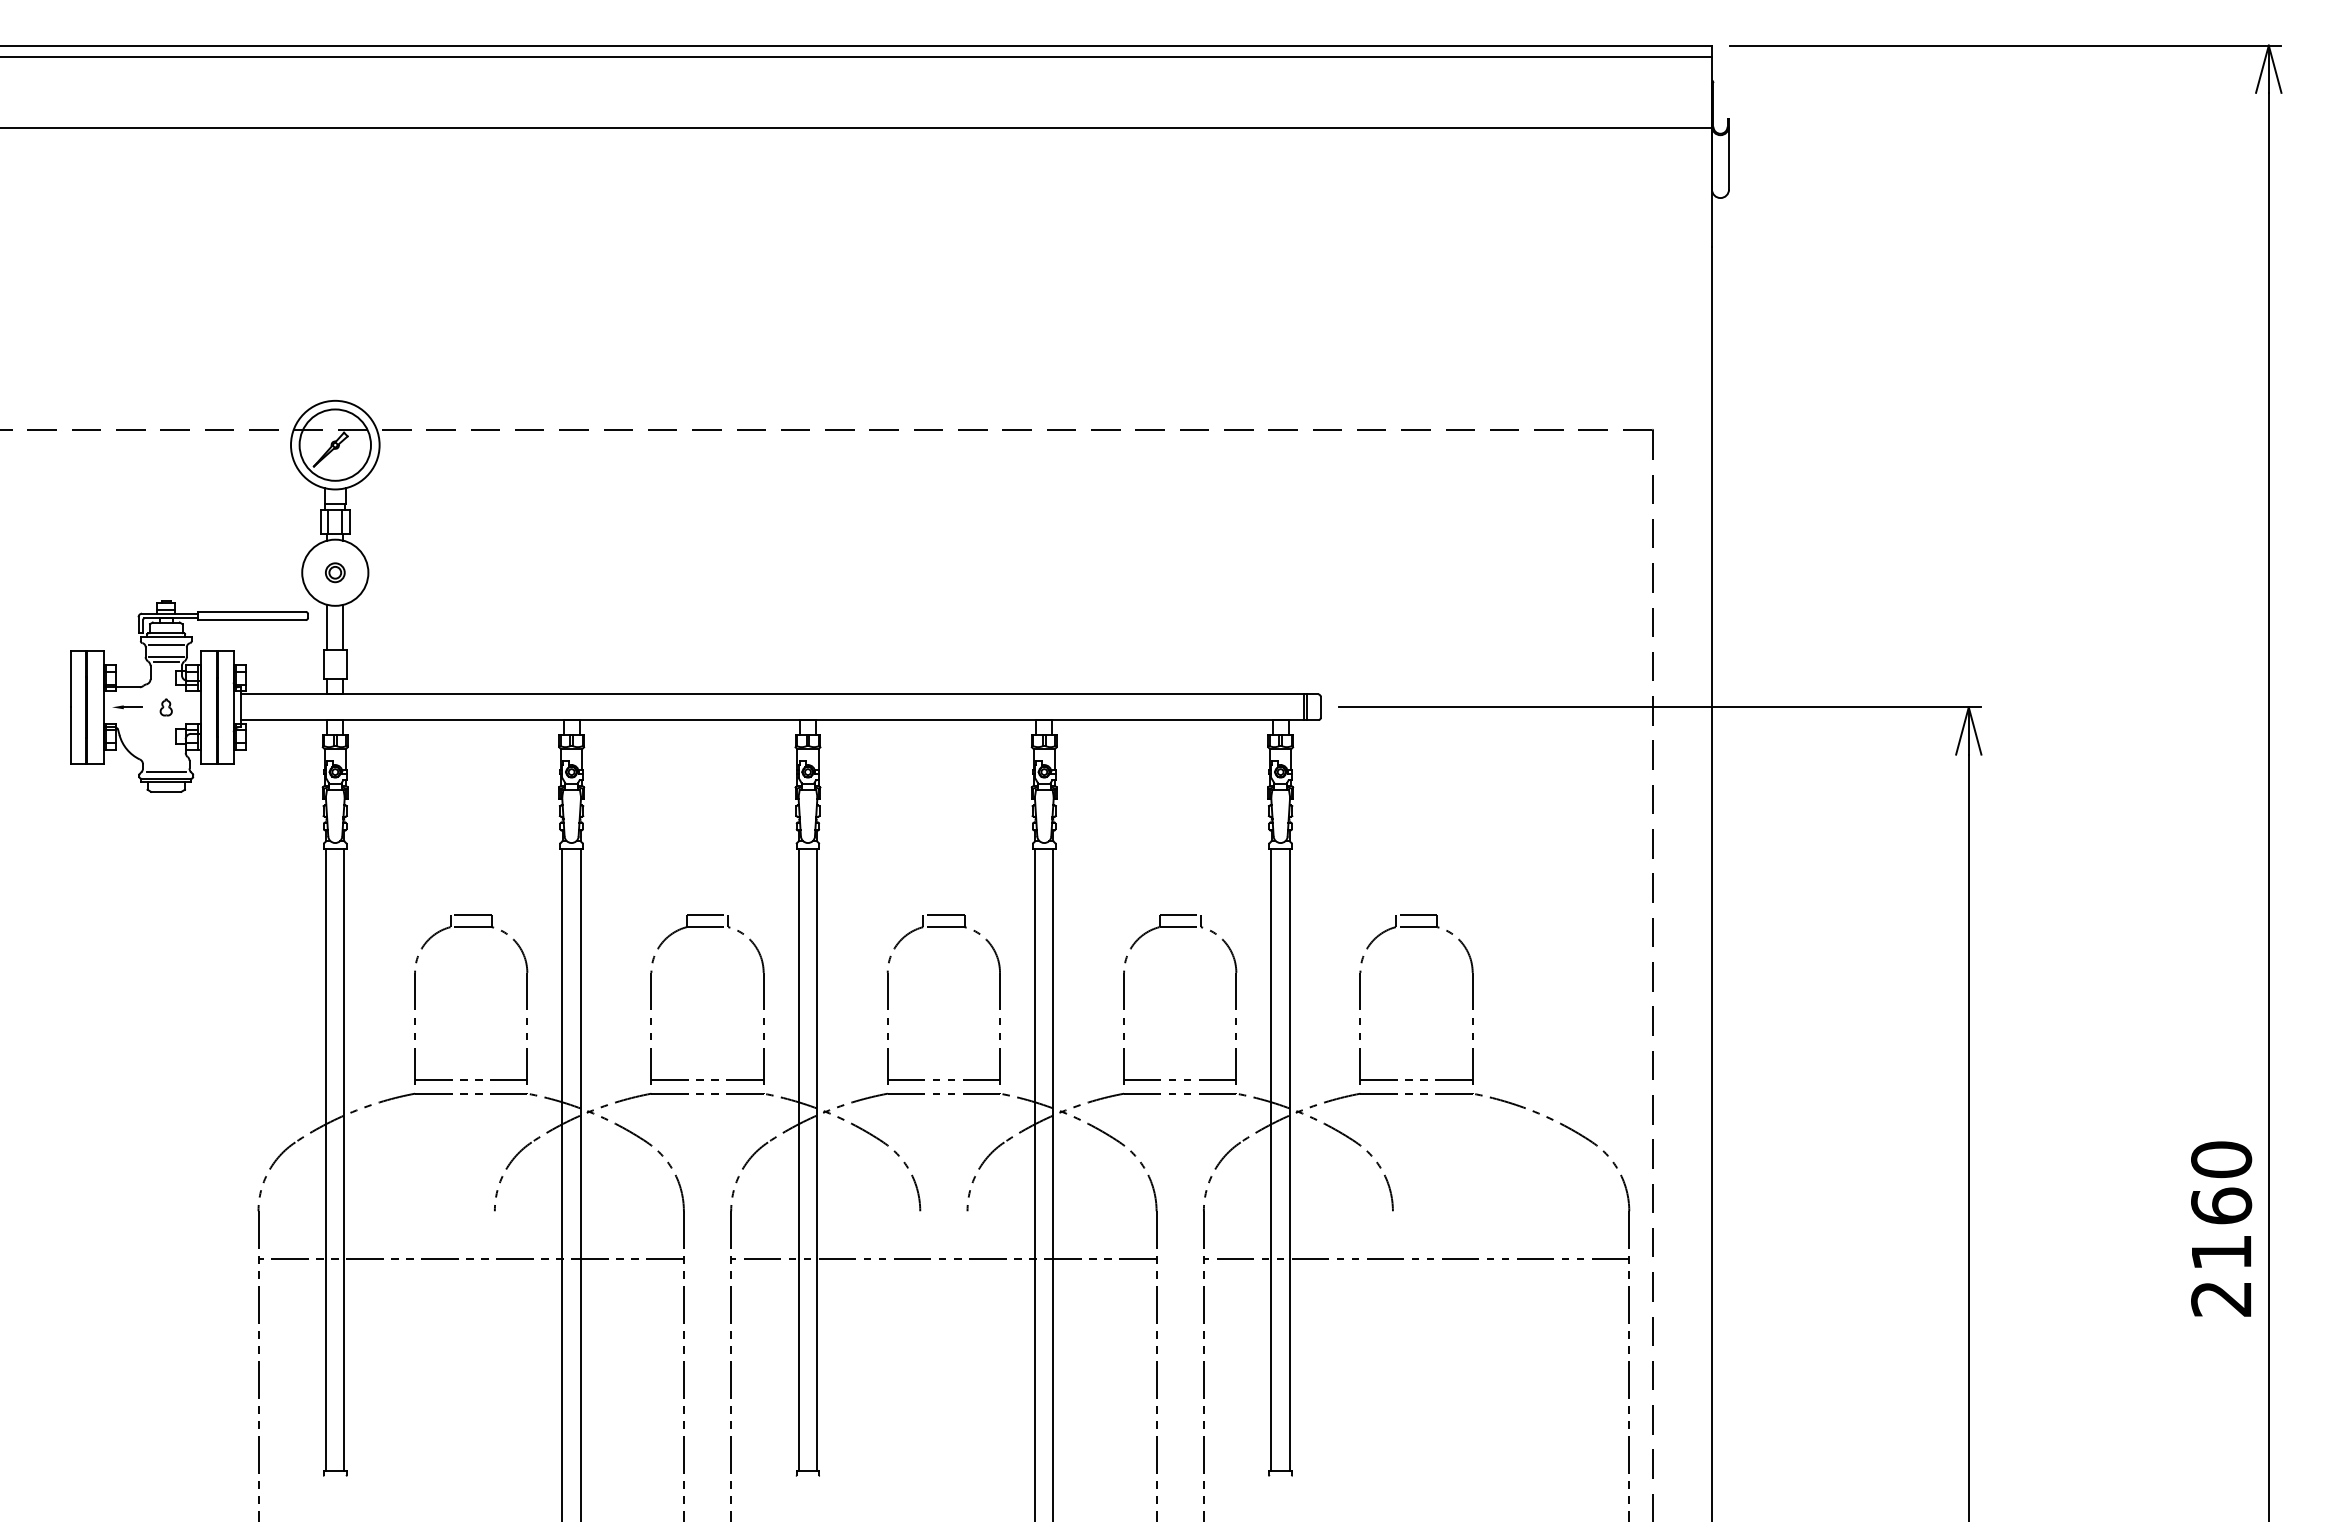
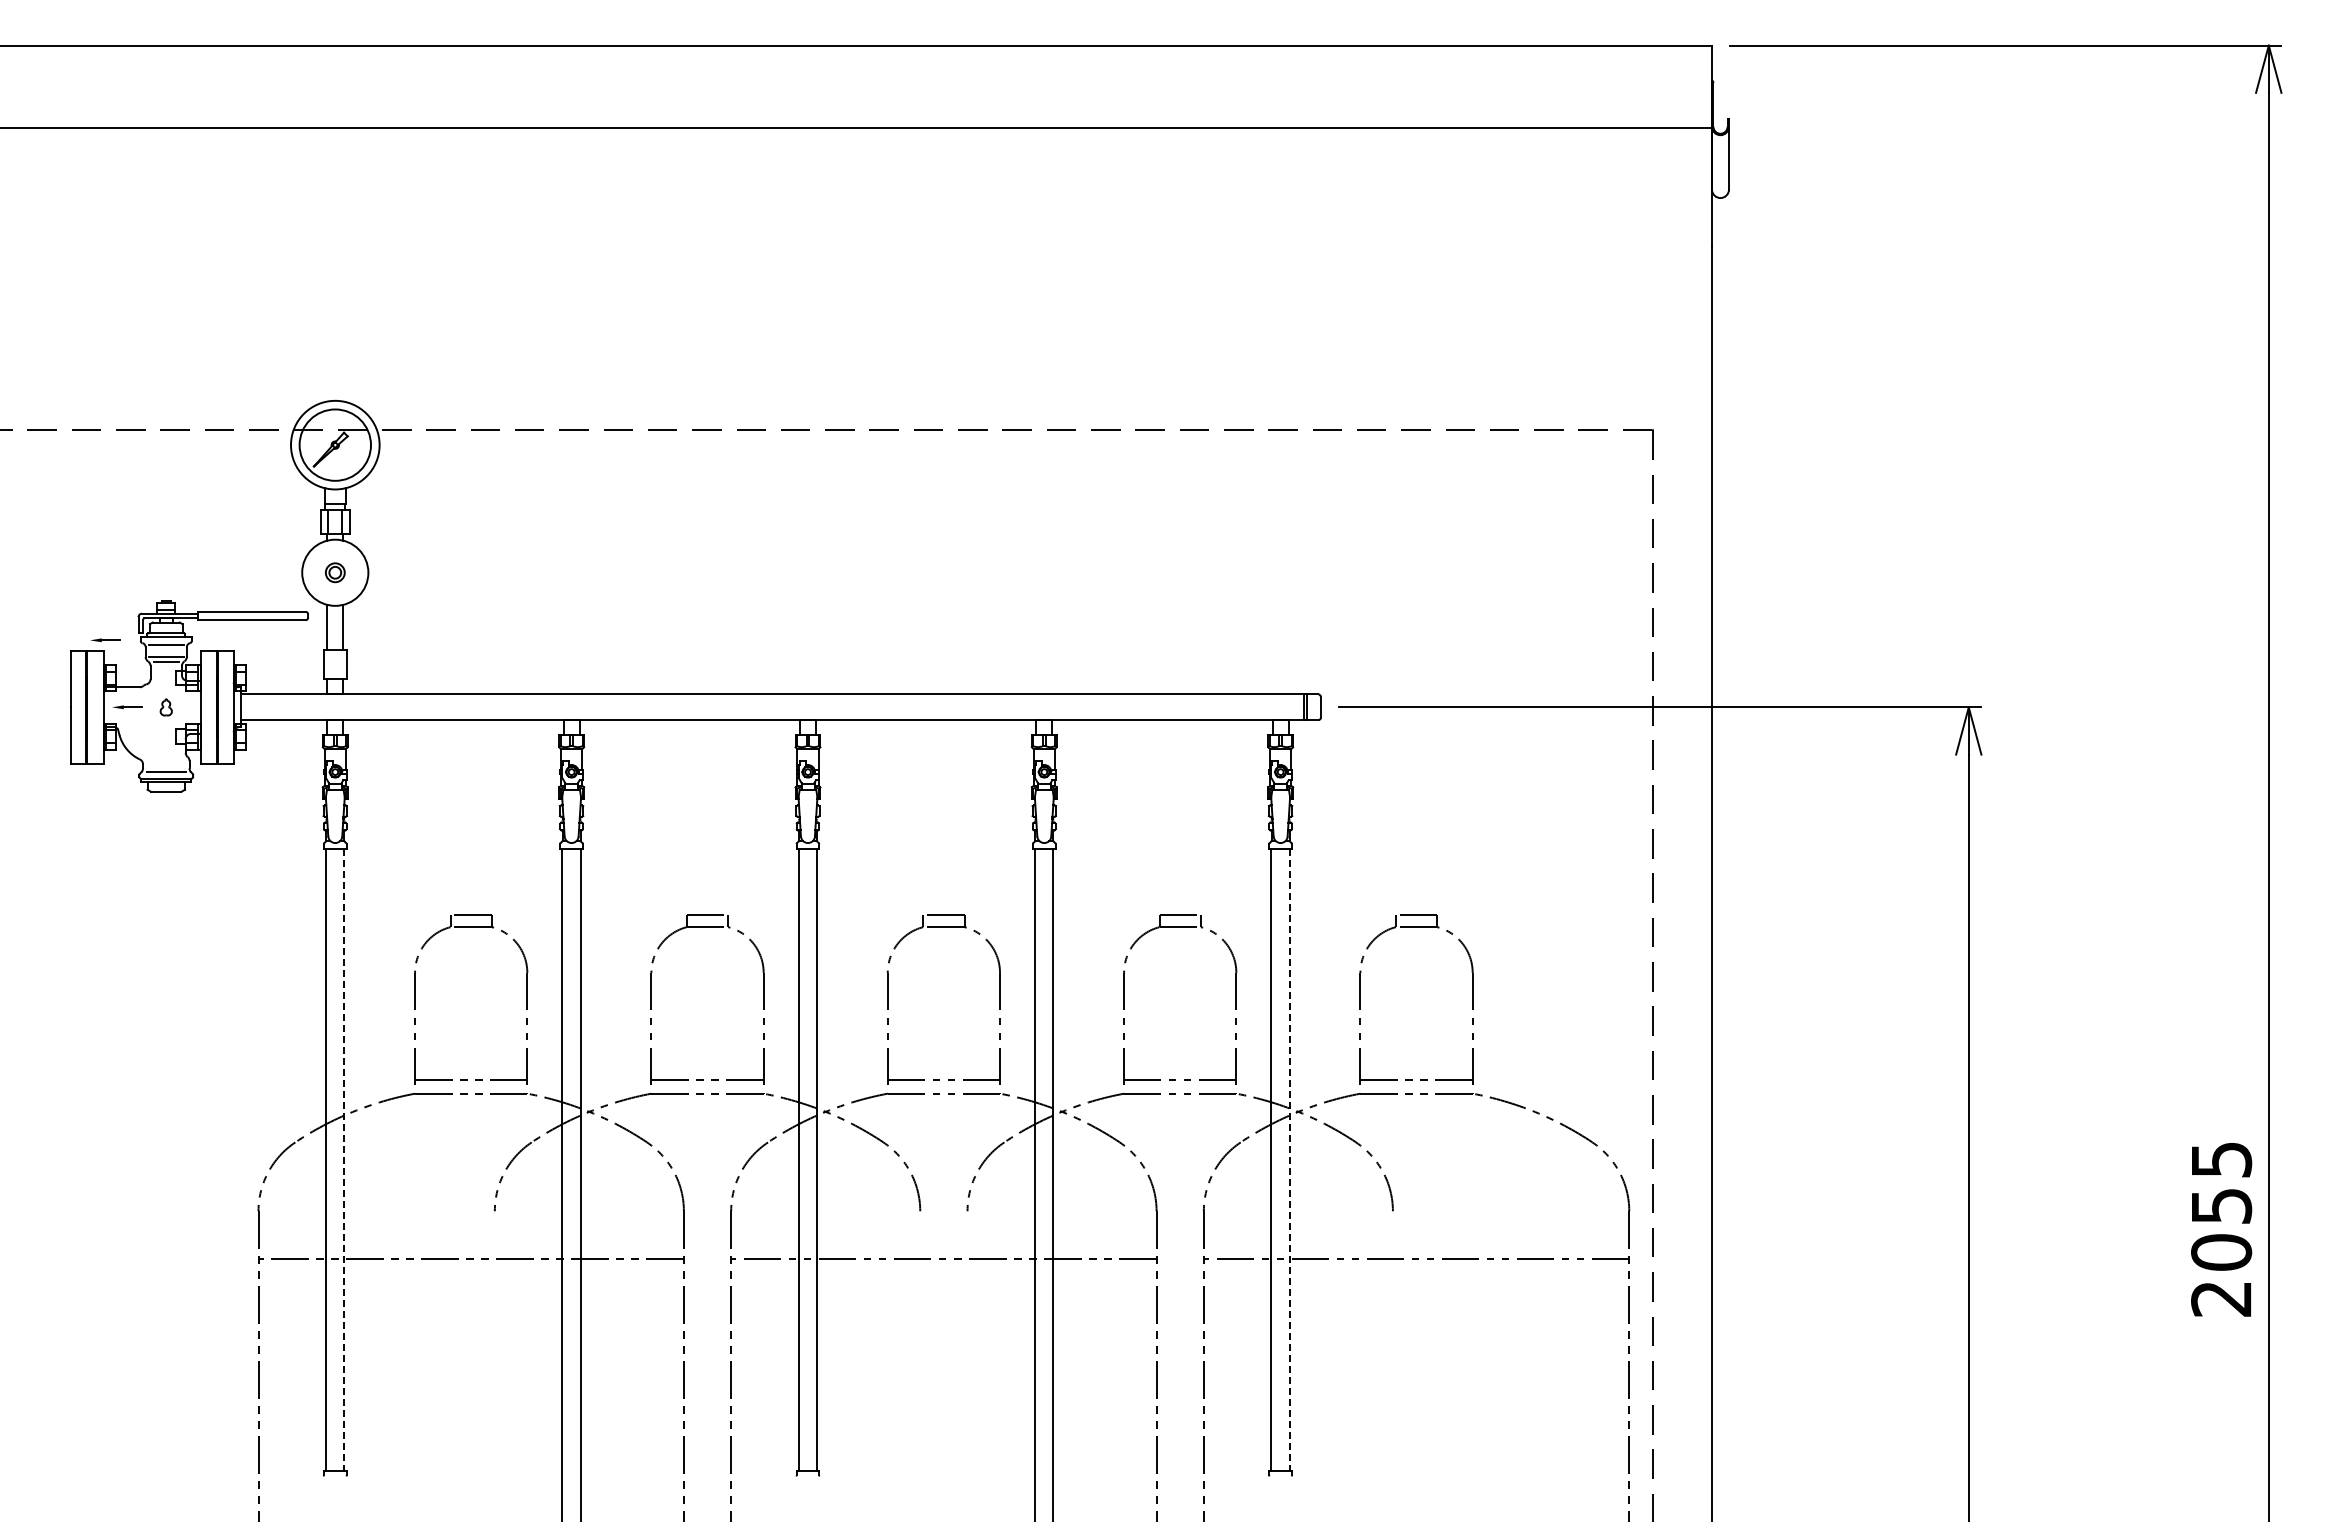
line at (856, 57): present -> none
part at (105, 640): none -> present
line at (344, 1159): solid -> dashed
line at (1289, 1159): solid -> dashed
text at (2221, 1205): 2160 -> 2055
